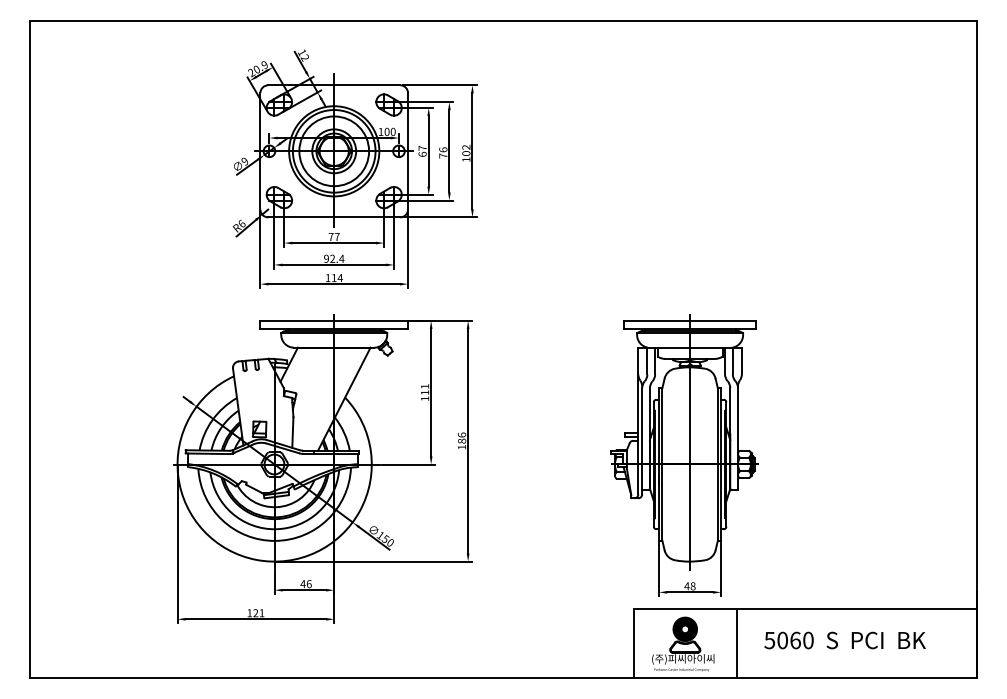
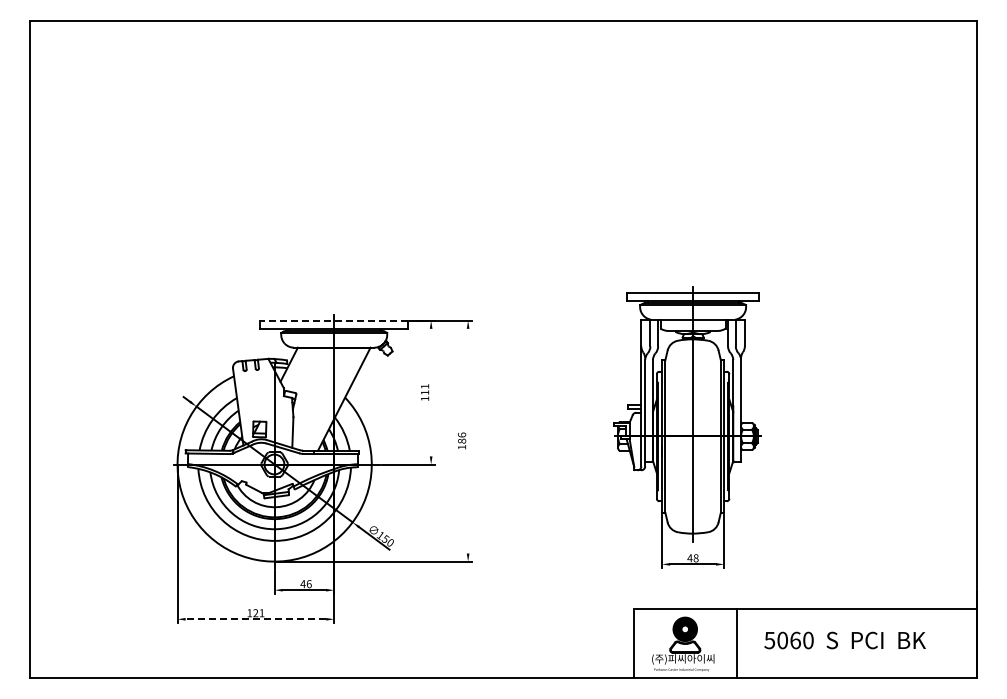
part at (354, 168): present -> none
line at (334, 320): solid -> dashed
line at (431, 392): present -> none
line at (468, 440): present -> none
part at (684, 455) position: (684, 455) -> (687, 427)
line at (255, 619): solid -> dashed
